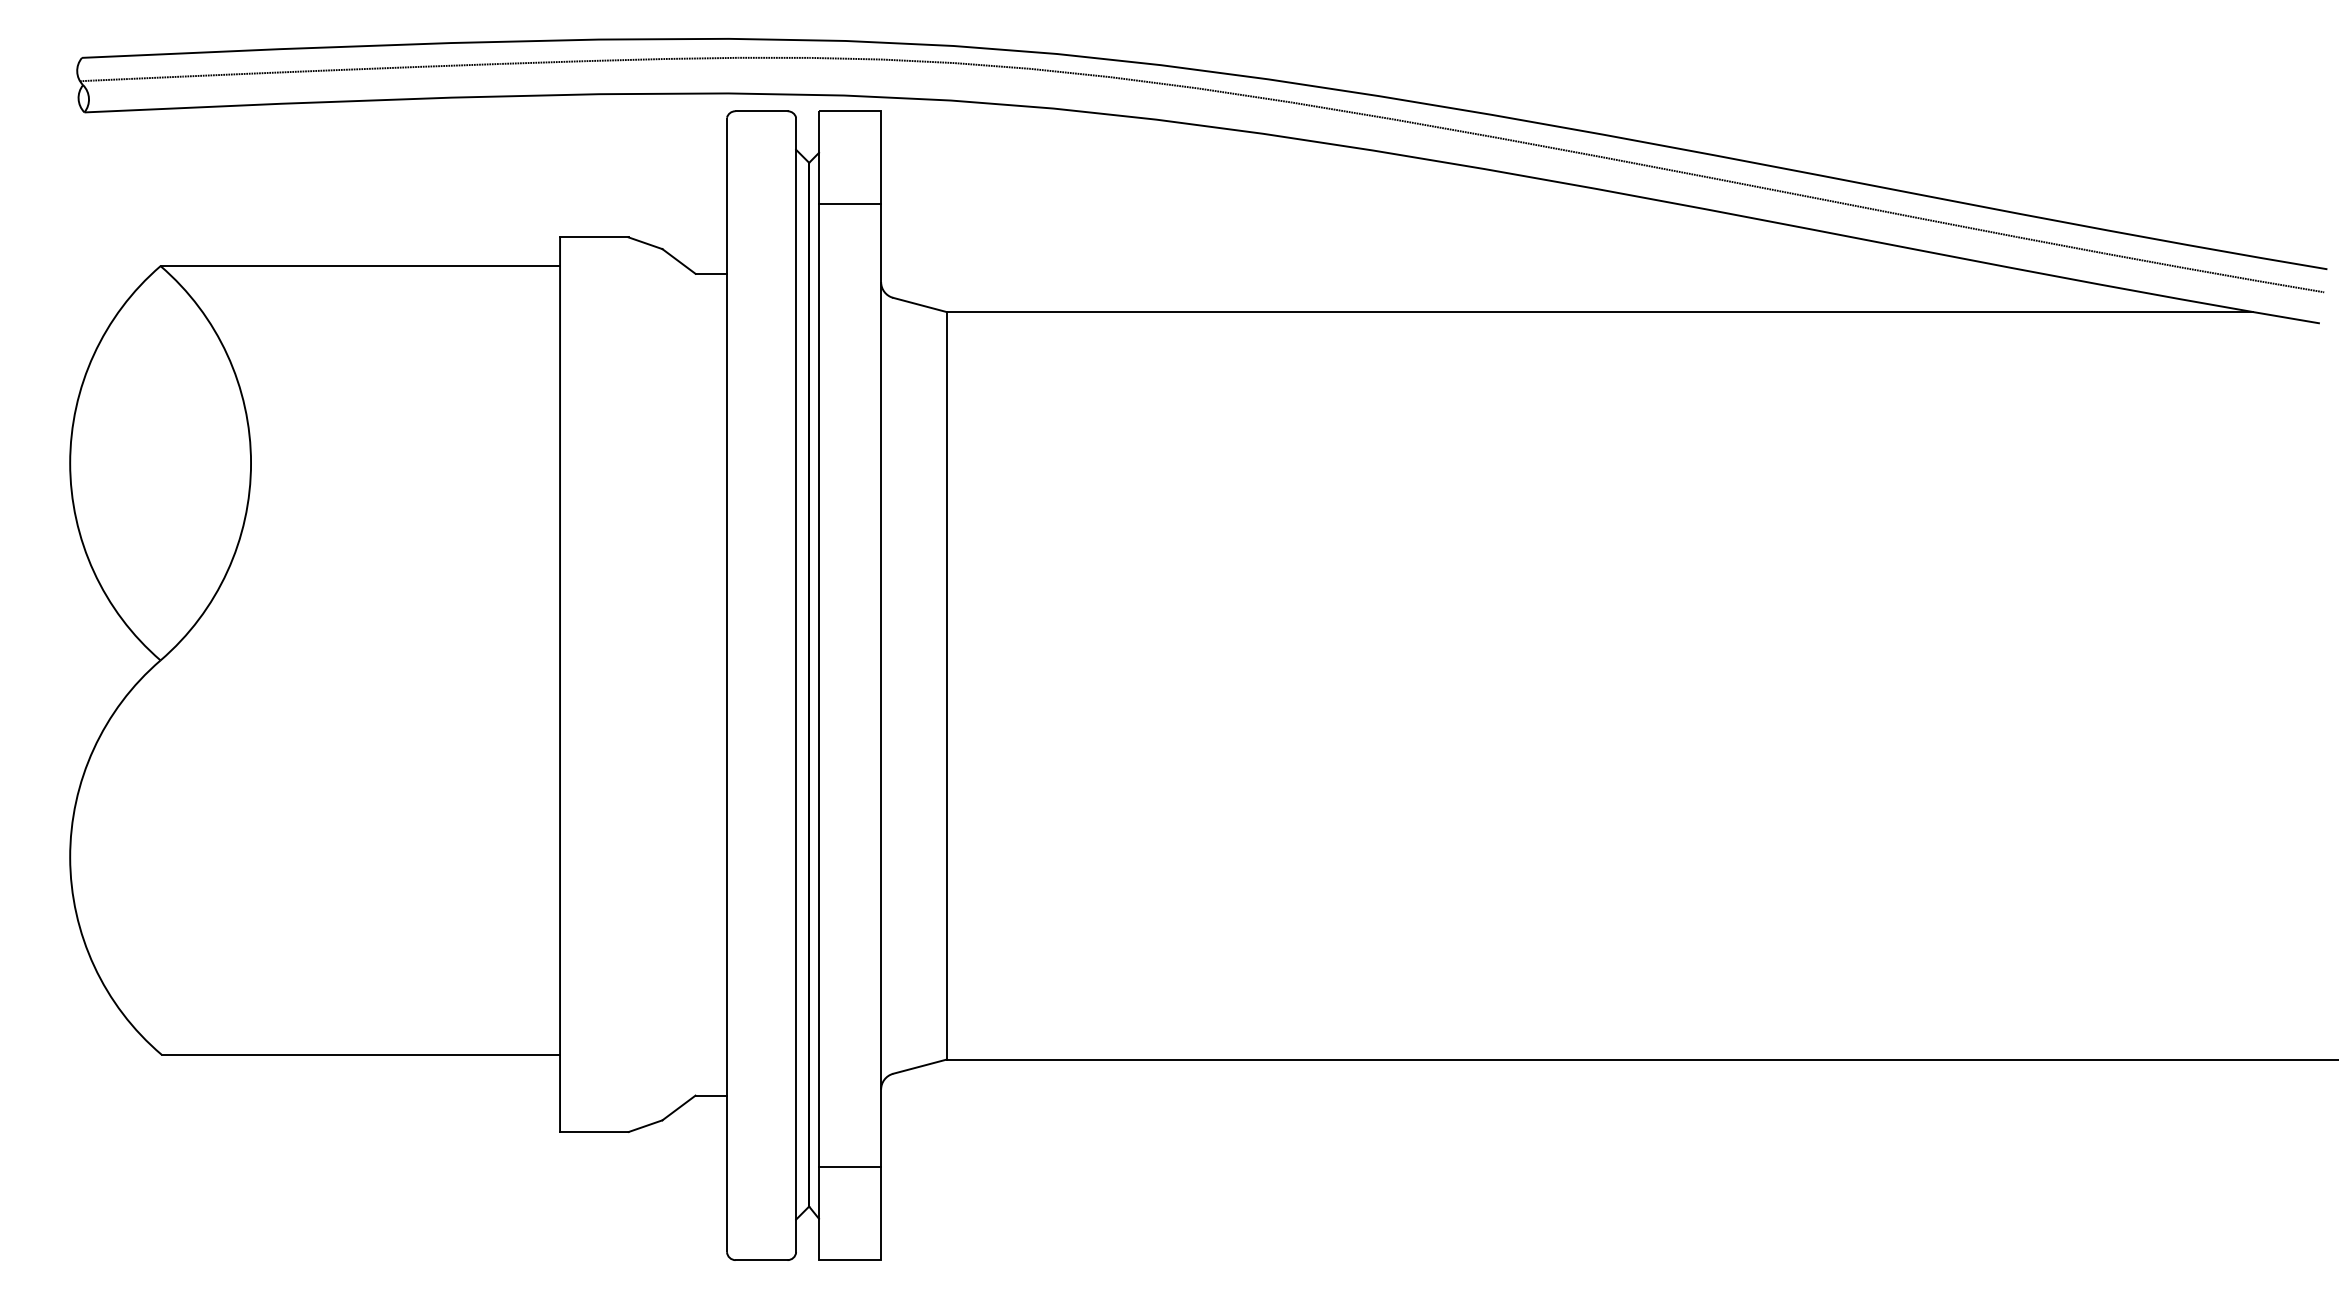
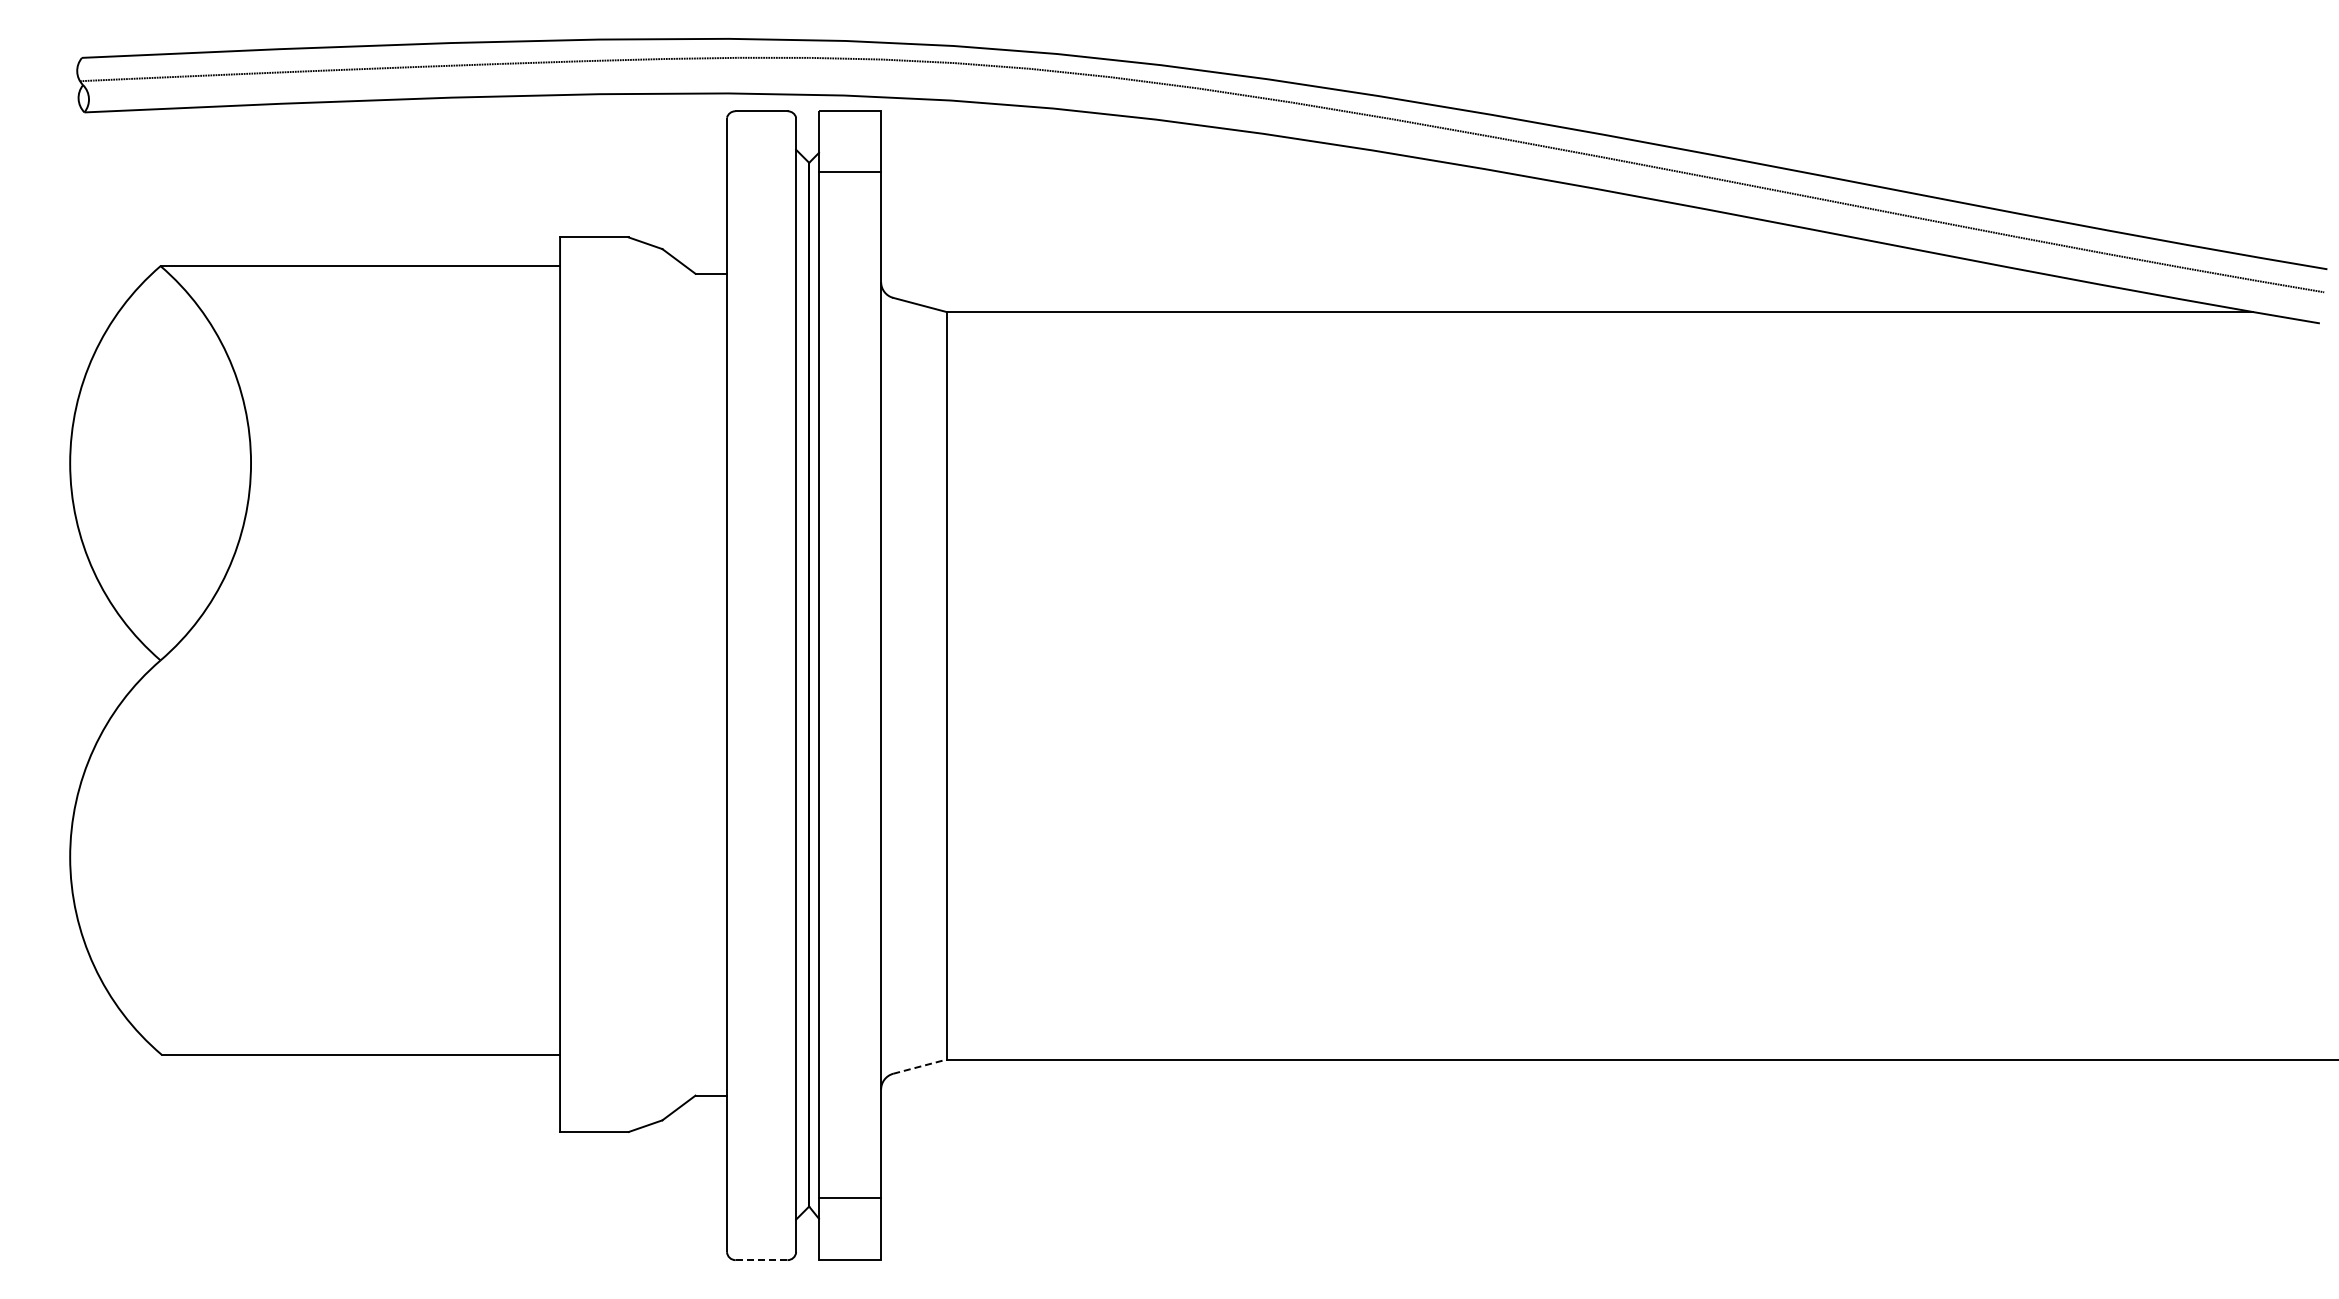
line at (850, 204) position: (850, 204) -> (850, 172)
line at (919, 1066): solid -> dashed
line at (850, 1167) position: (850, 1167) -> (850, 1198)
line at (762, 1260): solid -> dashed
